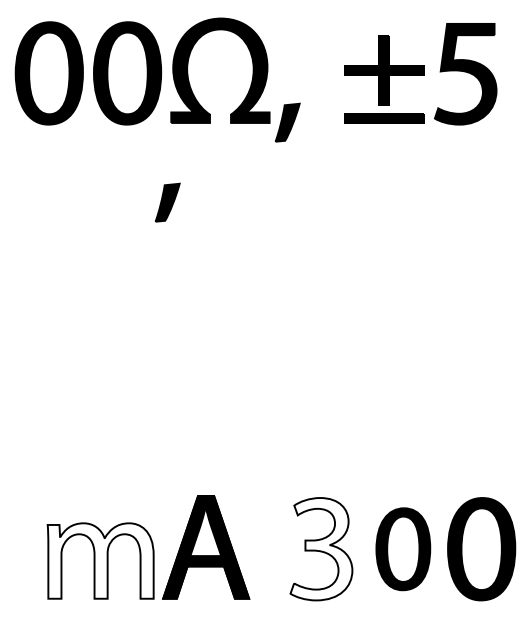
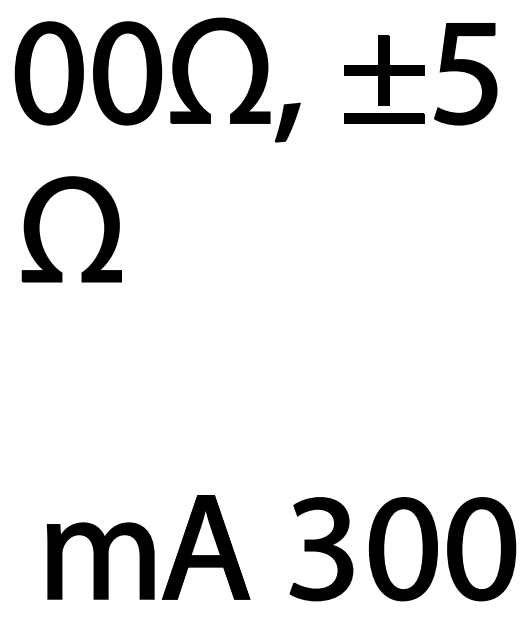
part at (167, 202): present -> none
part at (40, 235): none -> present
fill at (321, 549): none -> present
part at (403, 549) size: 57x85 px -> 70x105 px
fill at (100, 560): none -> present
